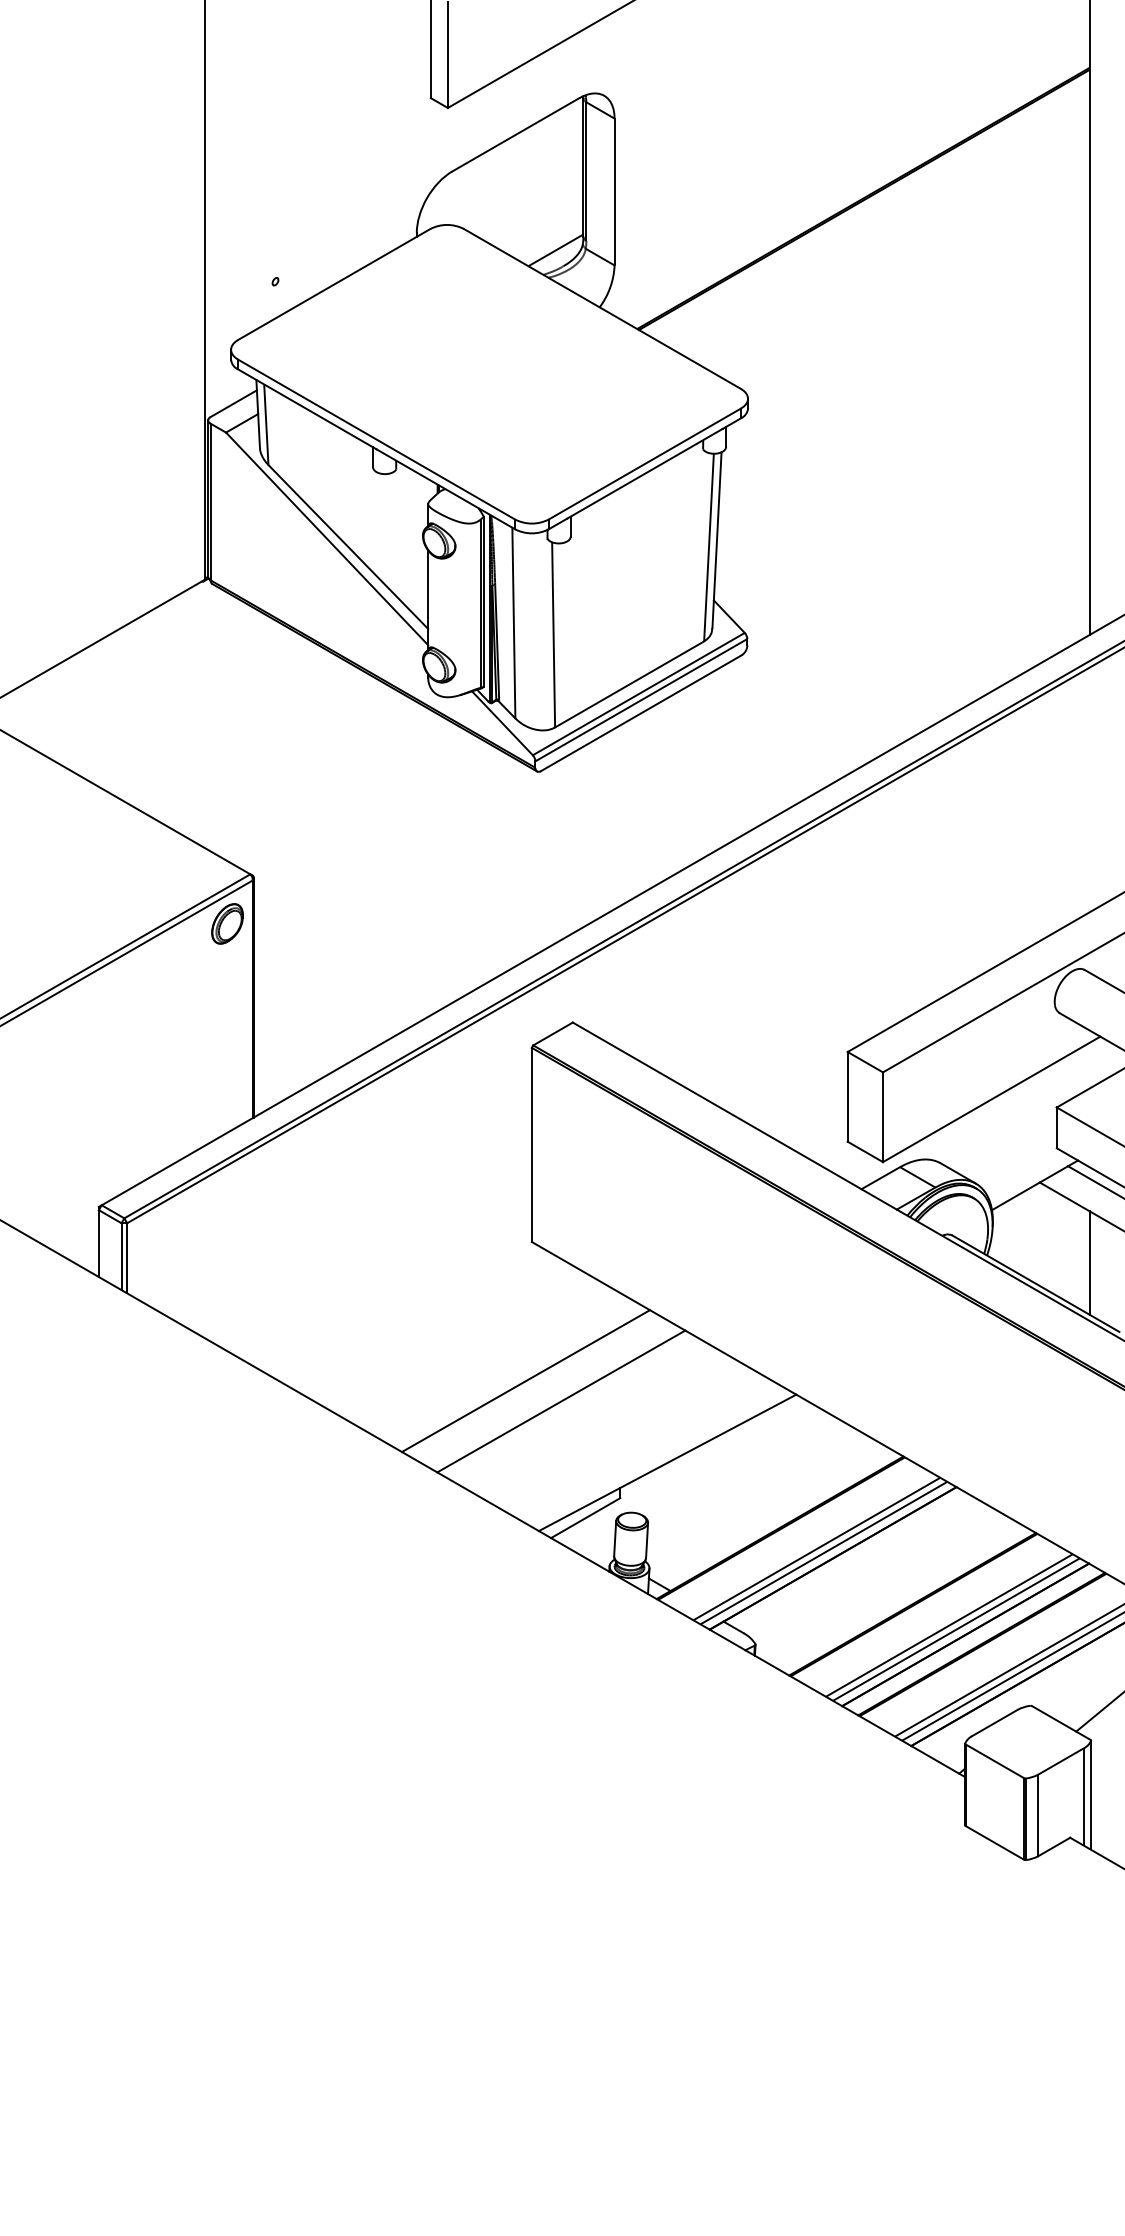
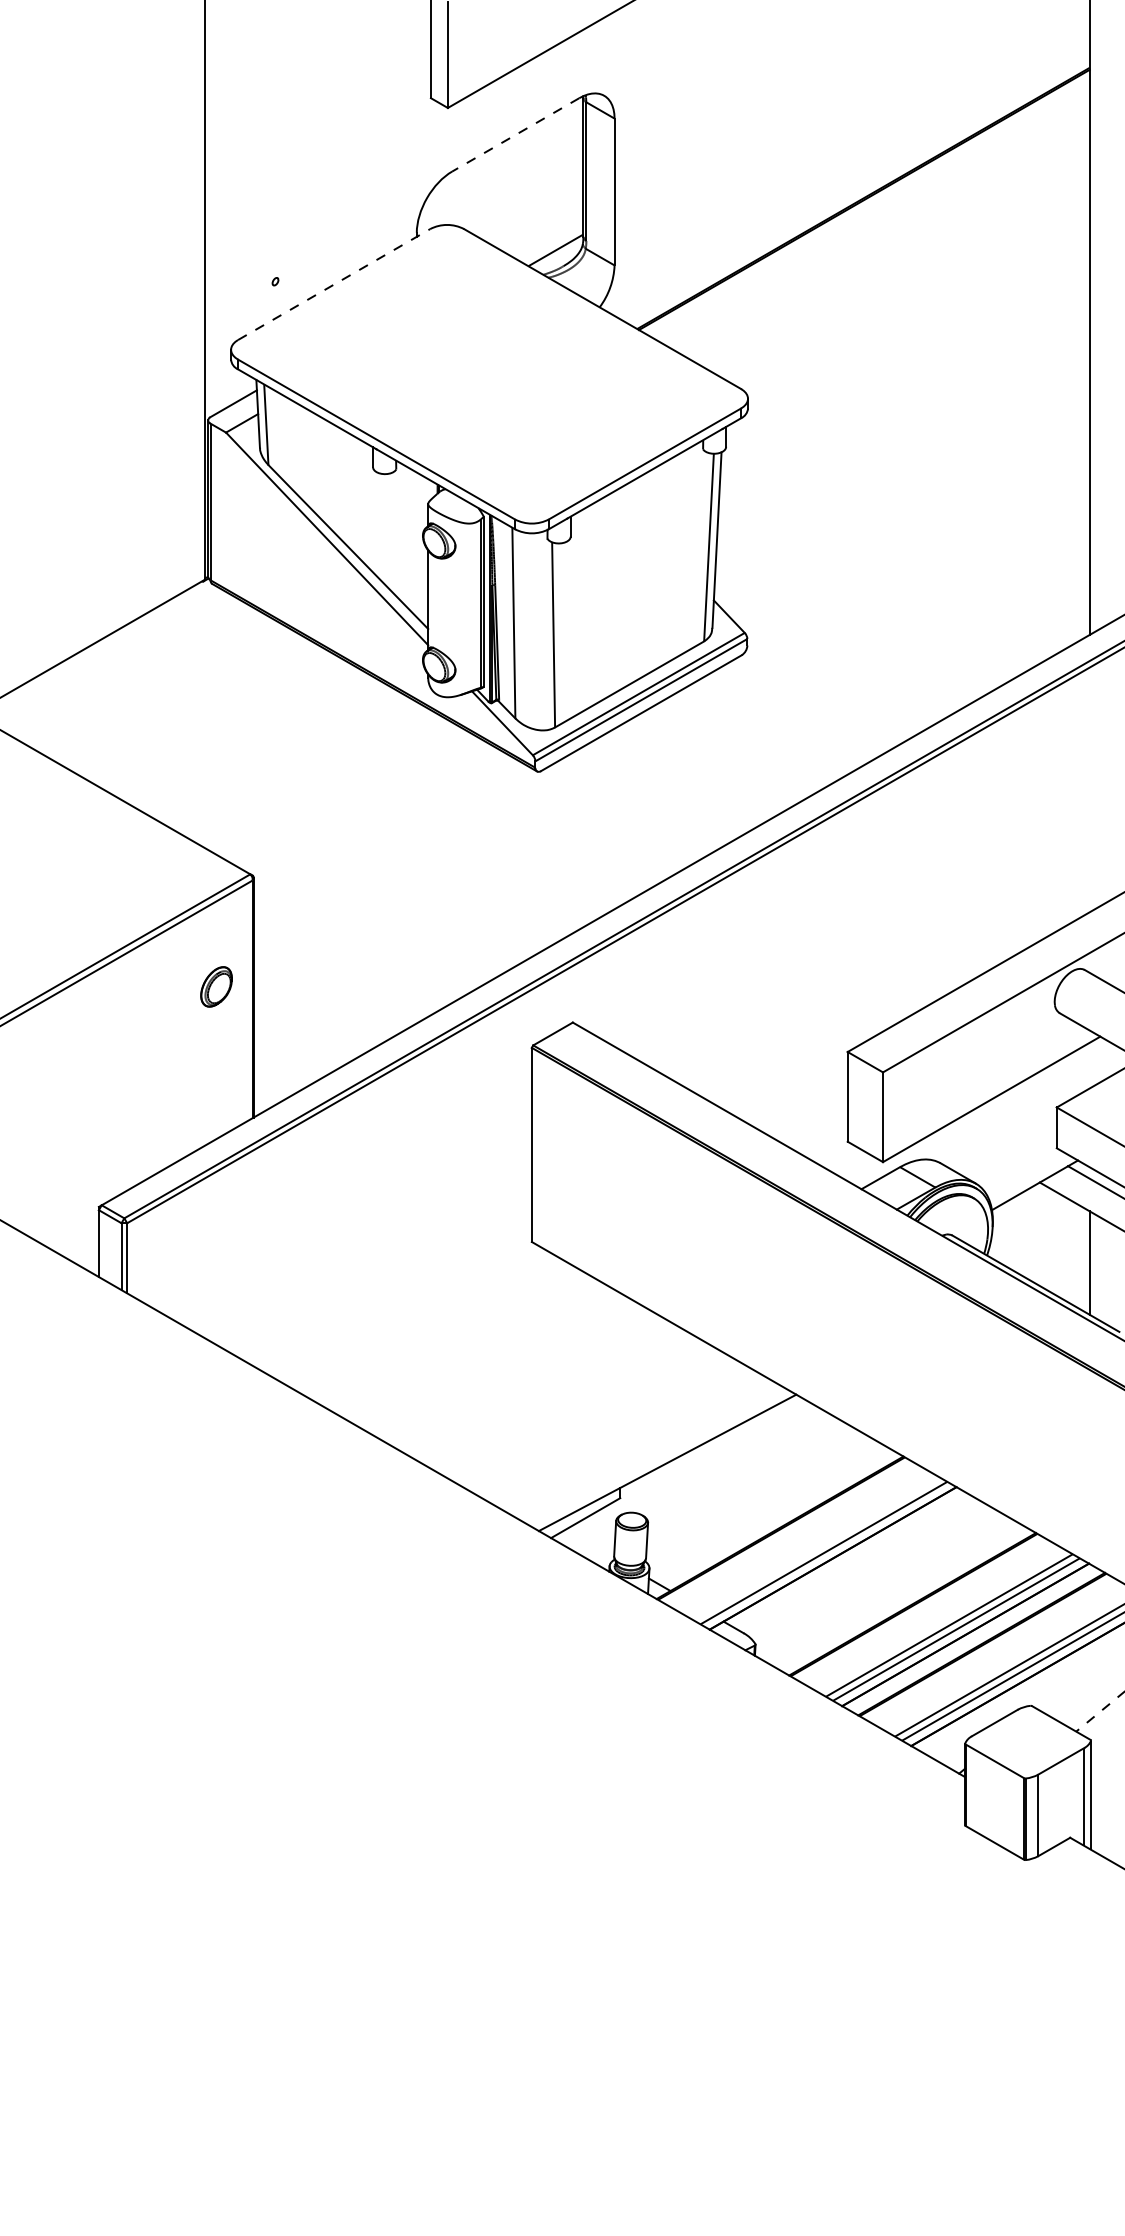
line at (515, 135): solid -> dashed
line at (334, 284): solid -> dashed
part at (227, 923) position: (227, 923) -> (216, 986)
line at (525, 1381): present -> none
line at (561, 1401): present -> none
line at (816, 1548): present -> none
line at (1100, 1711): solid -> dashed
